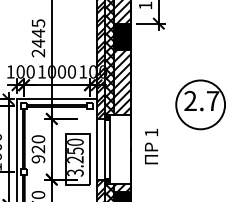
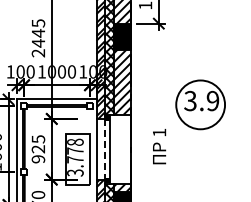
text at (201, 100): 2.7 -> 3.9
text at (38, 139): 920 -> 925
text at (151, 146) position: (151, 146) -> (159, 146)
line at (104, 149): solid -> dashed
text at (75, 150): 3.250 -> 3.778
